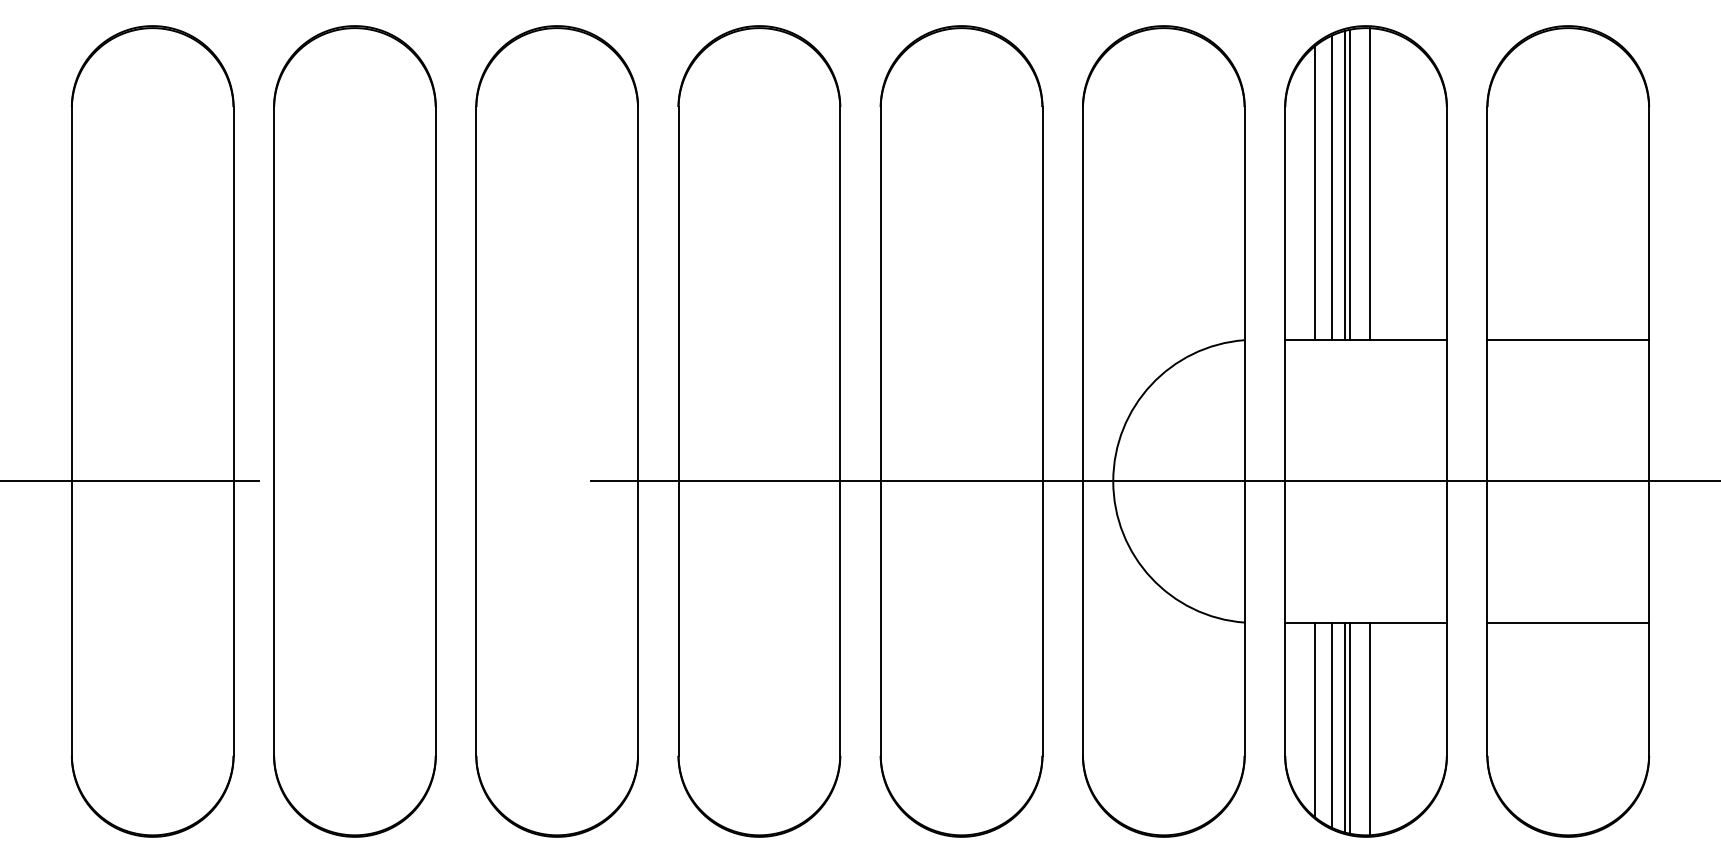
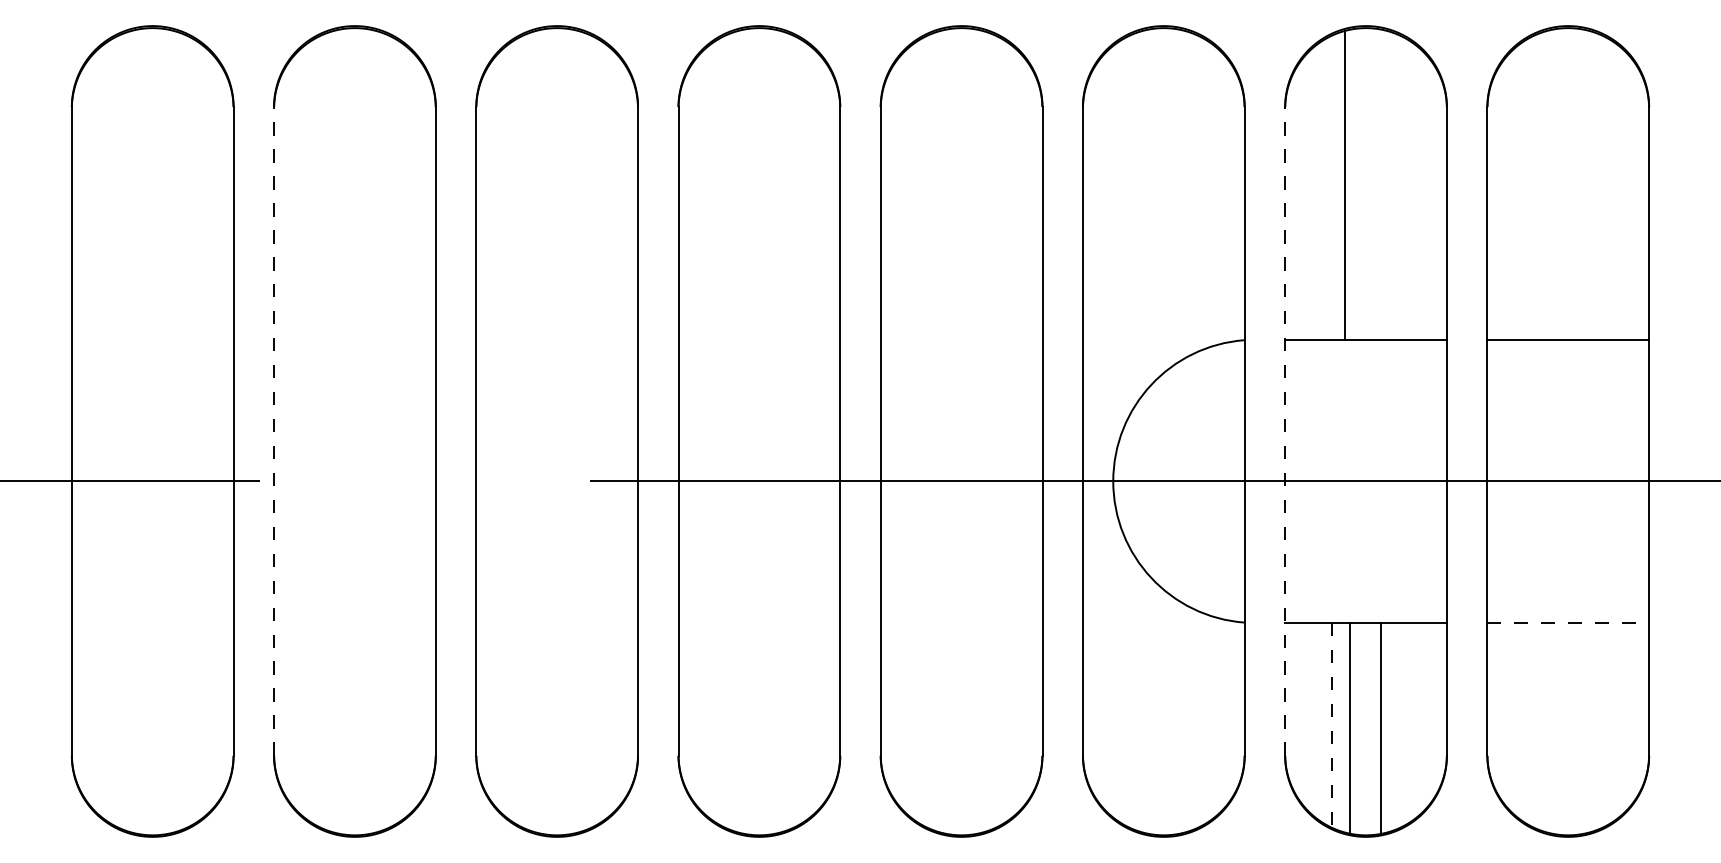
line at (1370, 183): present -> none
line at (1349, 184): present -> none
line at (1331, 187): present -> none
line at (1315, 192): present -> none
line at (274, 430): solid -> dashed
line at (1285, 430): solid -> dashed
line at (1568, 622): solid -> dashed
line at (1315, 719): present -> none
line at (1331, 725): solid -> dashed
line at (1345, 727): present -> none
line at (1370, 728) position: (1370, 728) -> (1381, 728)
